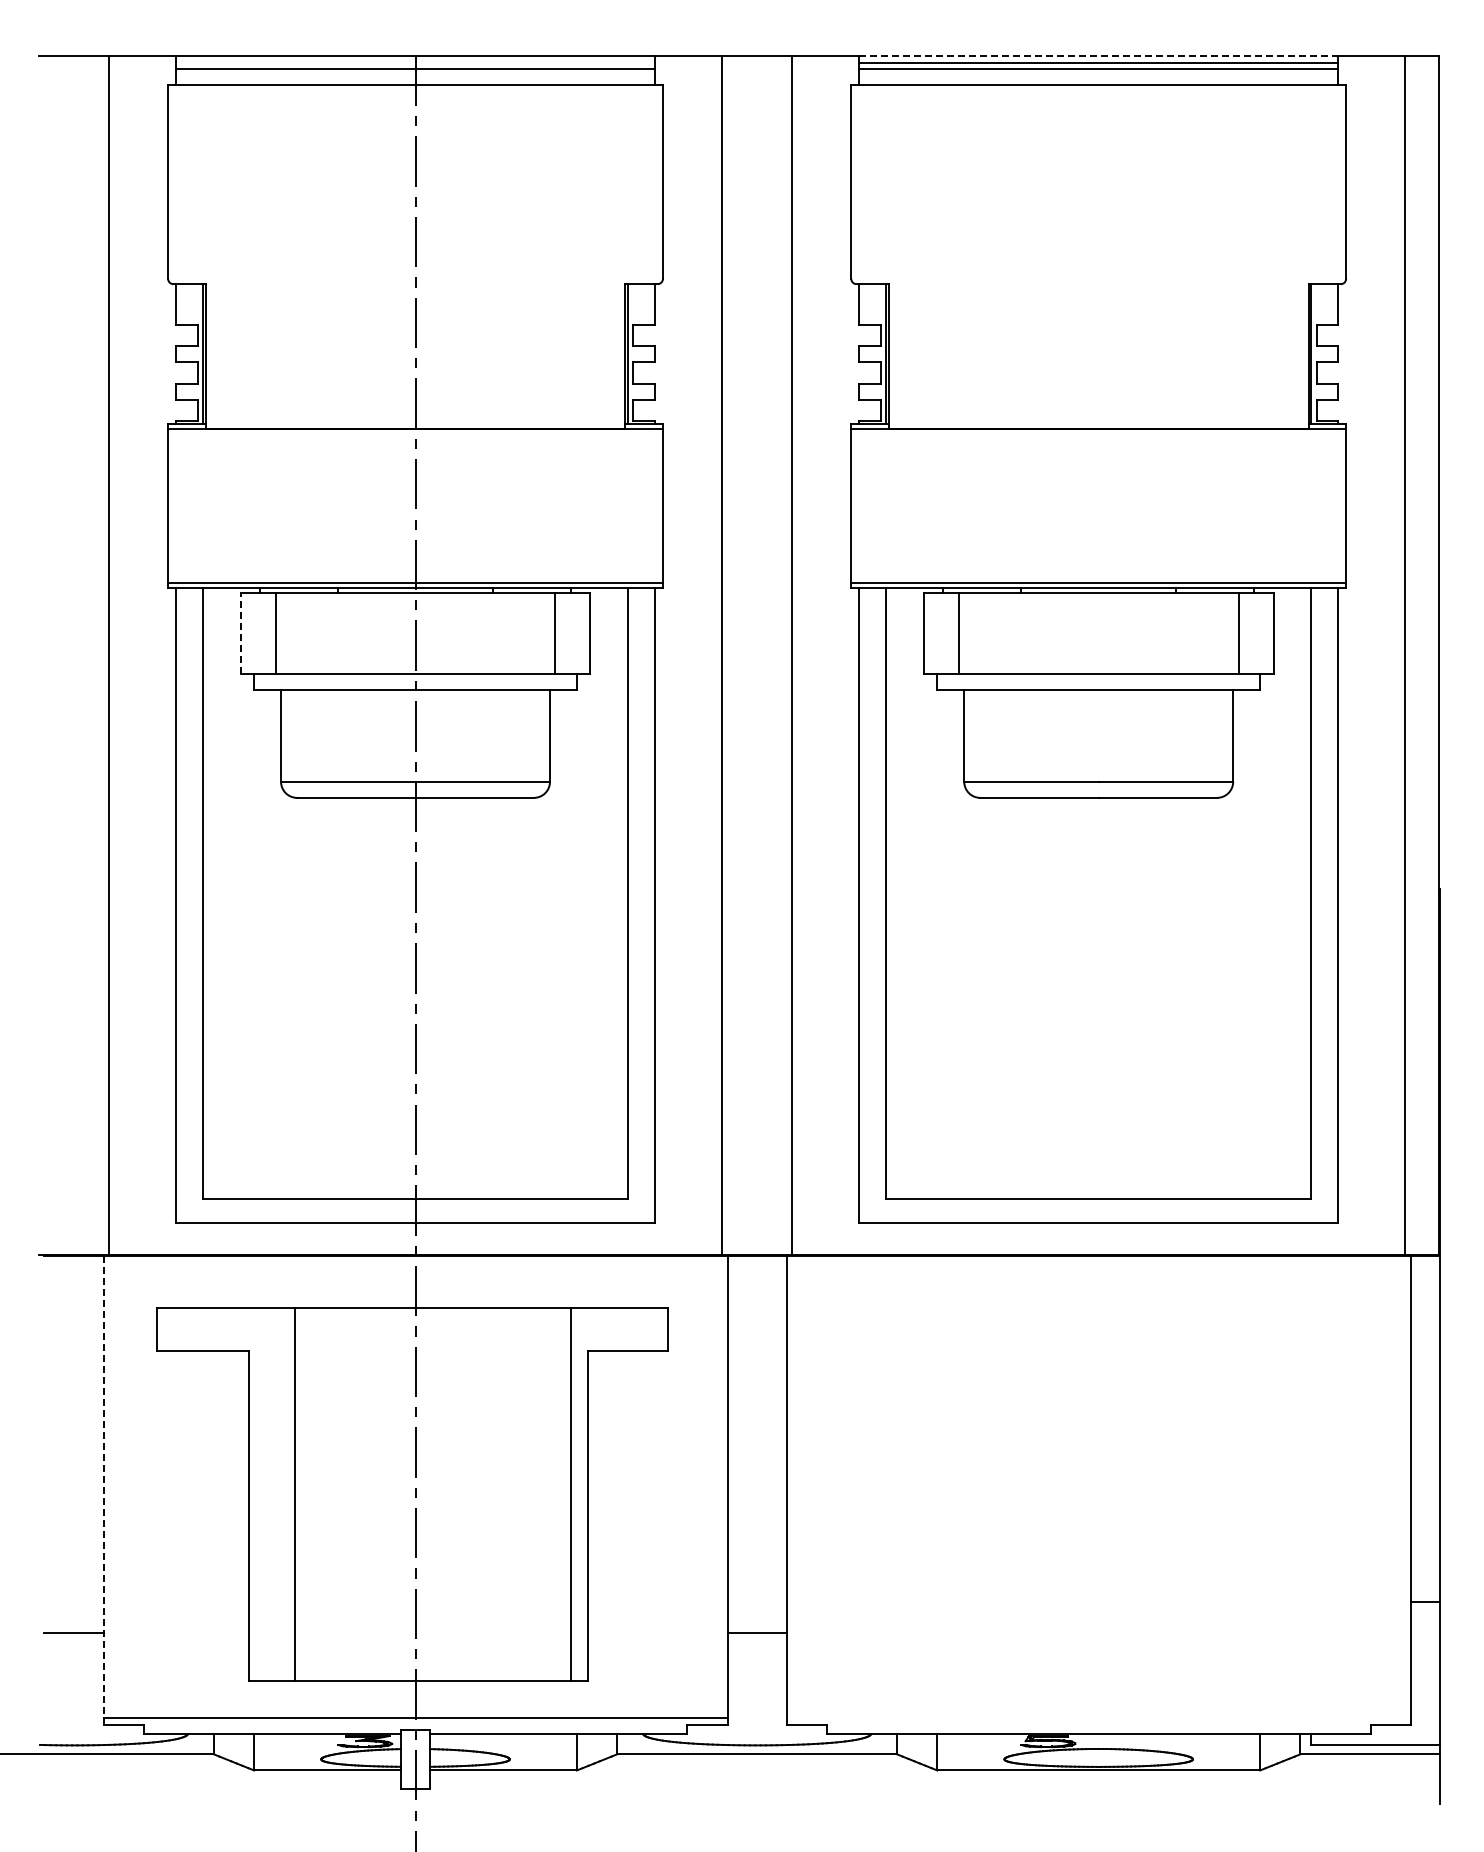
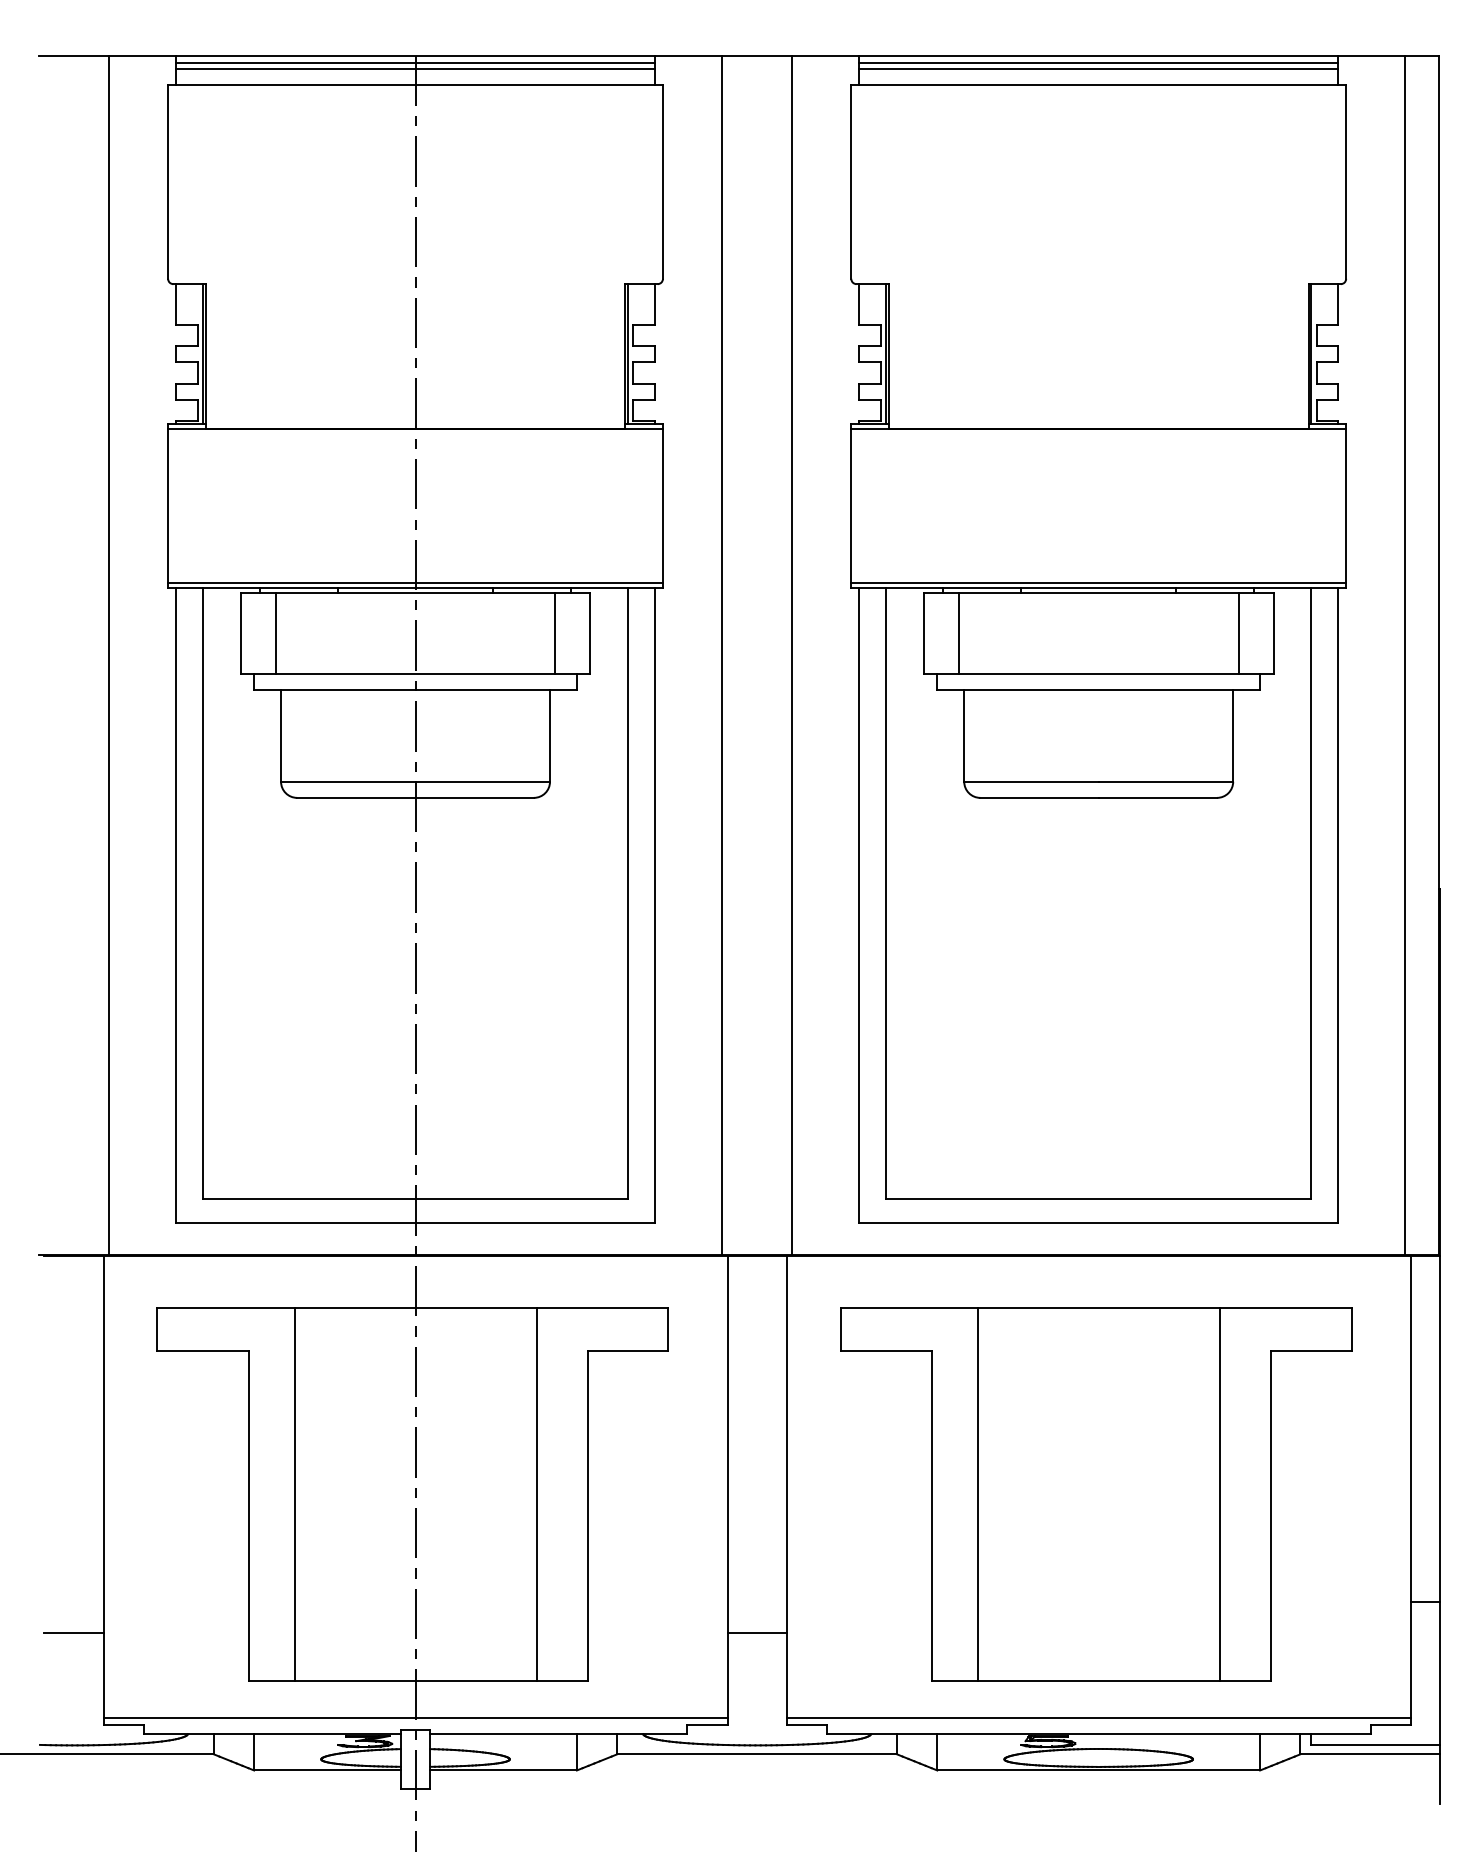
line at (1099, 55): dashed -> solid
line at (415, 63): none -> present
line at (240, 633): dashed -> solid
line at (103, 1490): dashed -> solid
line at (570, 1494) position: (570, 1494) -> (536, 1494)
part at (1096, 1494): none -> present
line at (1098, 1717): none -> present
